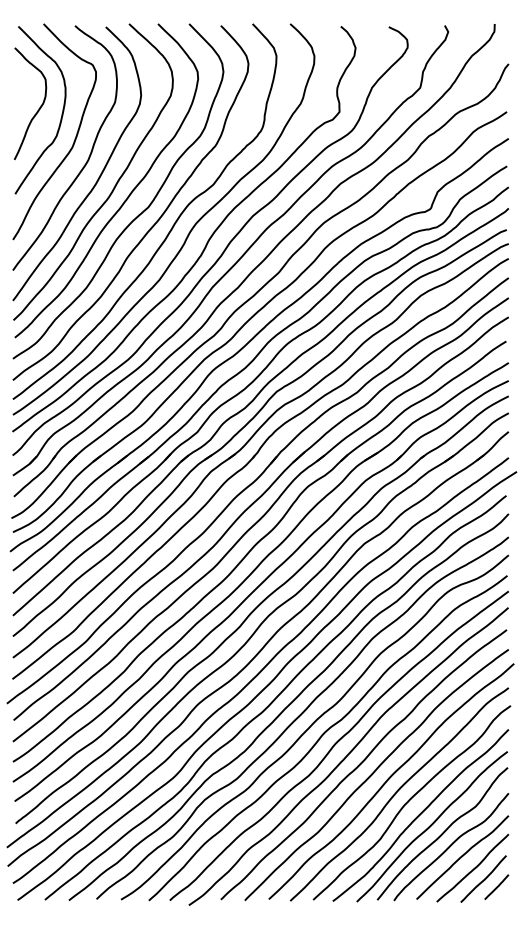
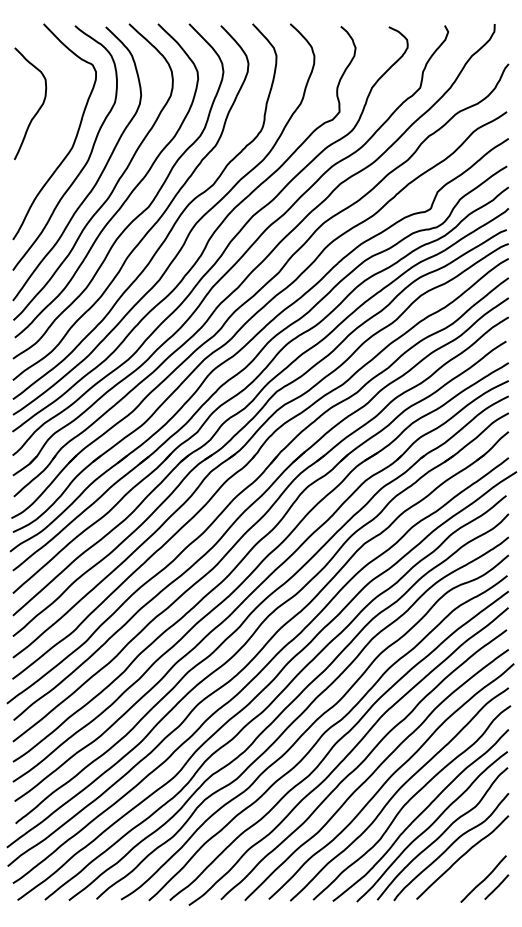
curve at (61, 113): present -> none
curve at (473, 868): present -> none
